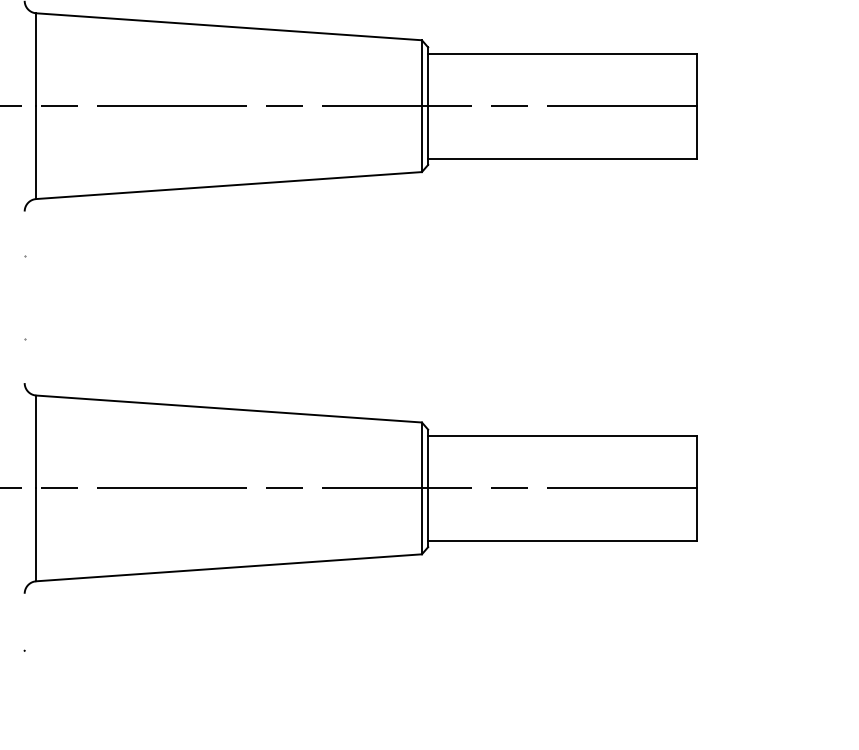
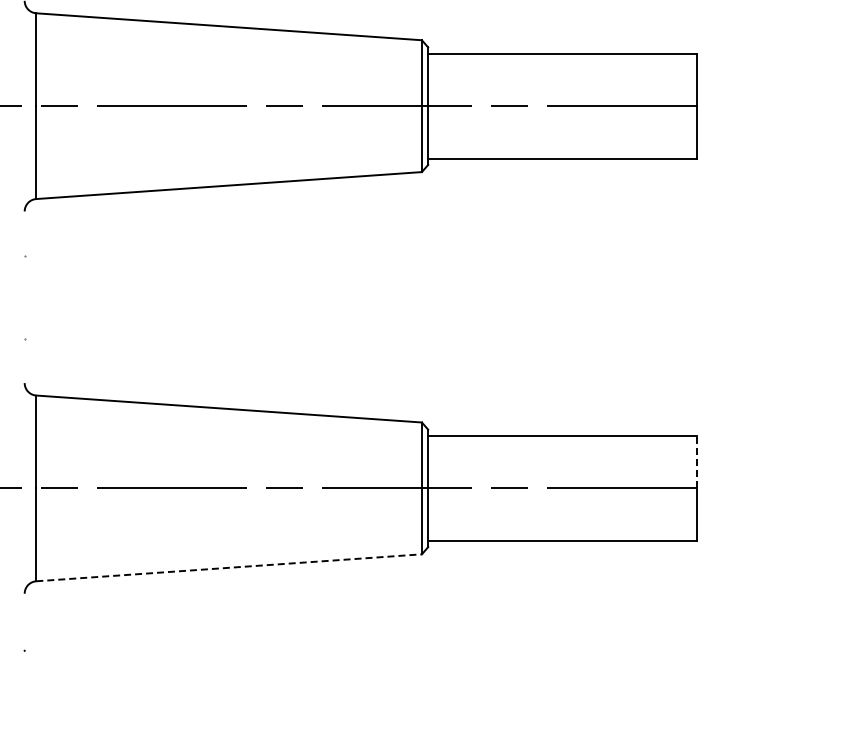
line at (696, 461): solid -> dashed
line at (229, 567): solid -> dashed
